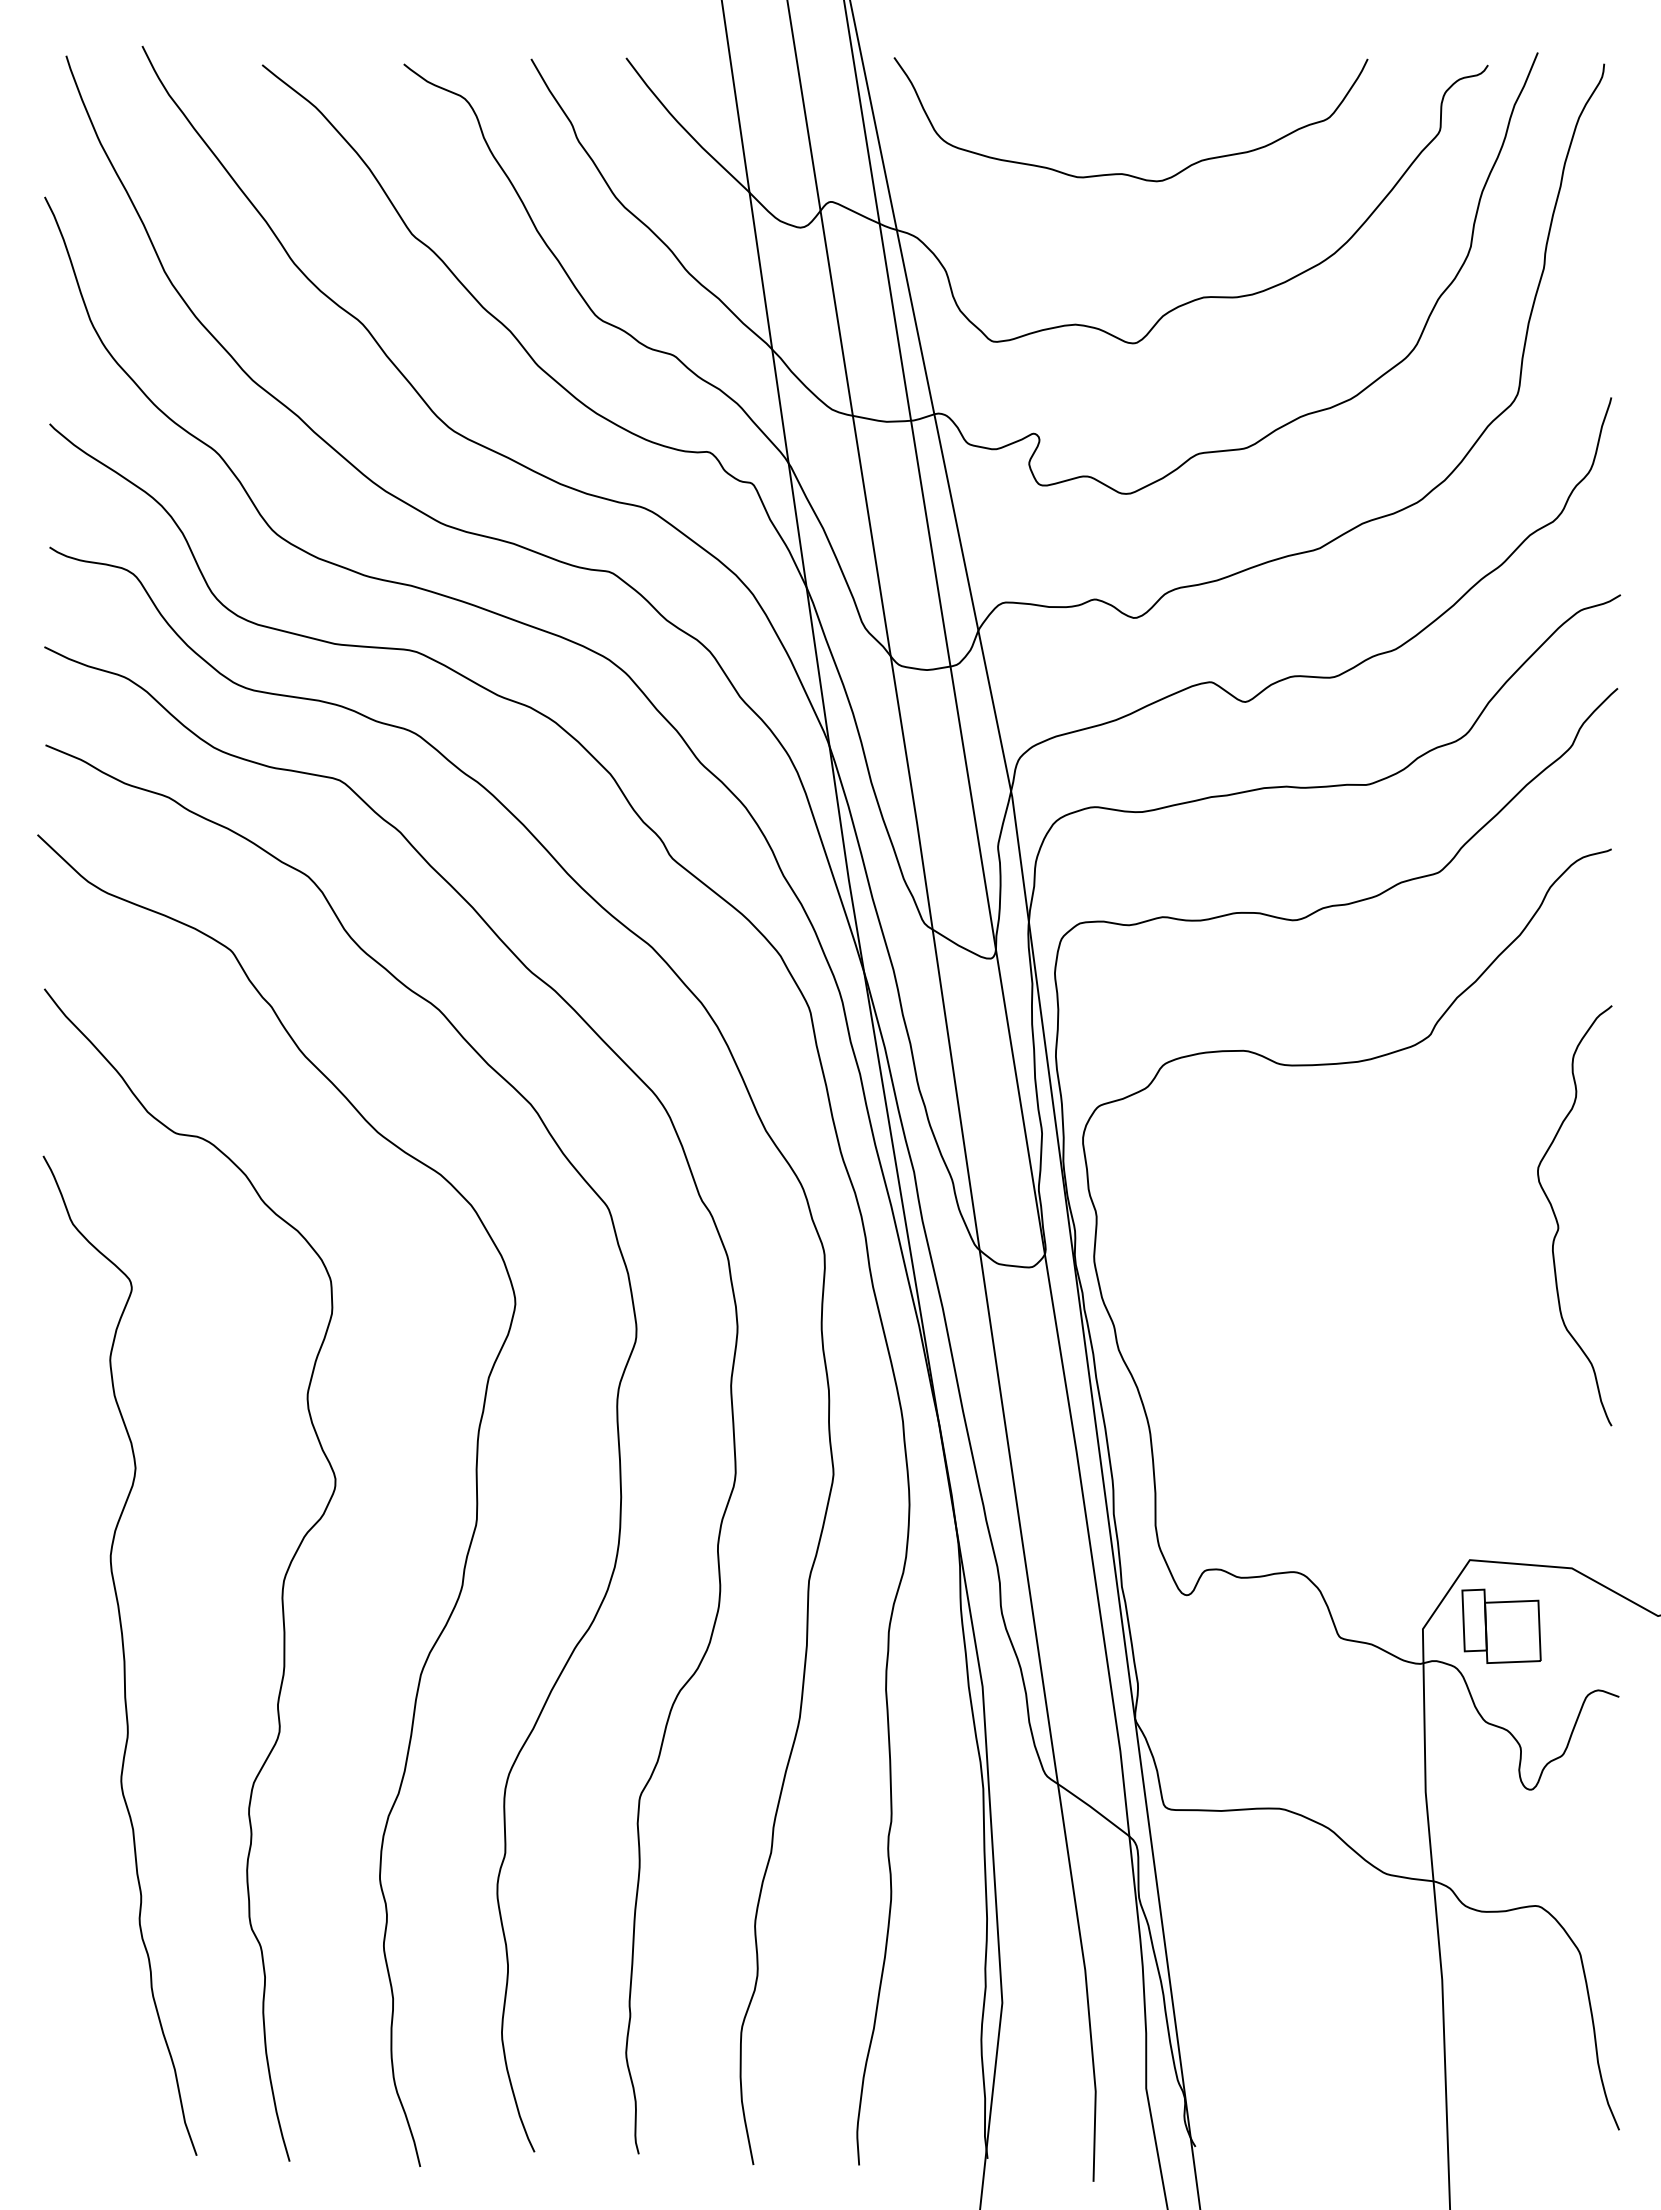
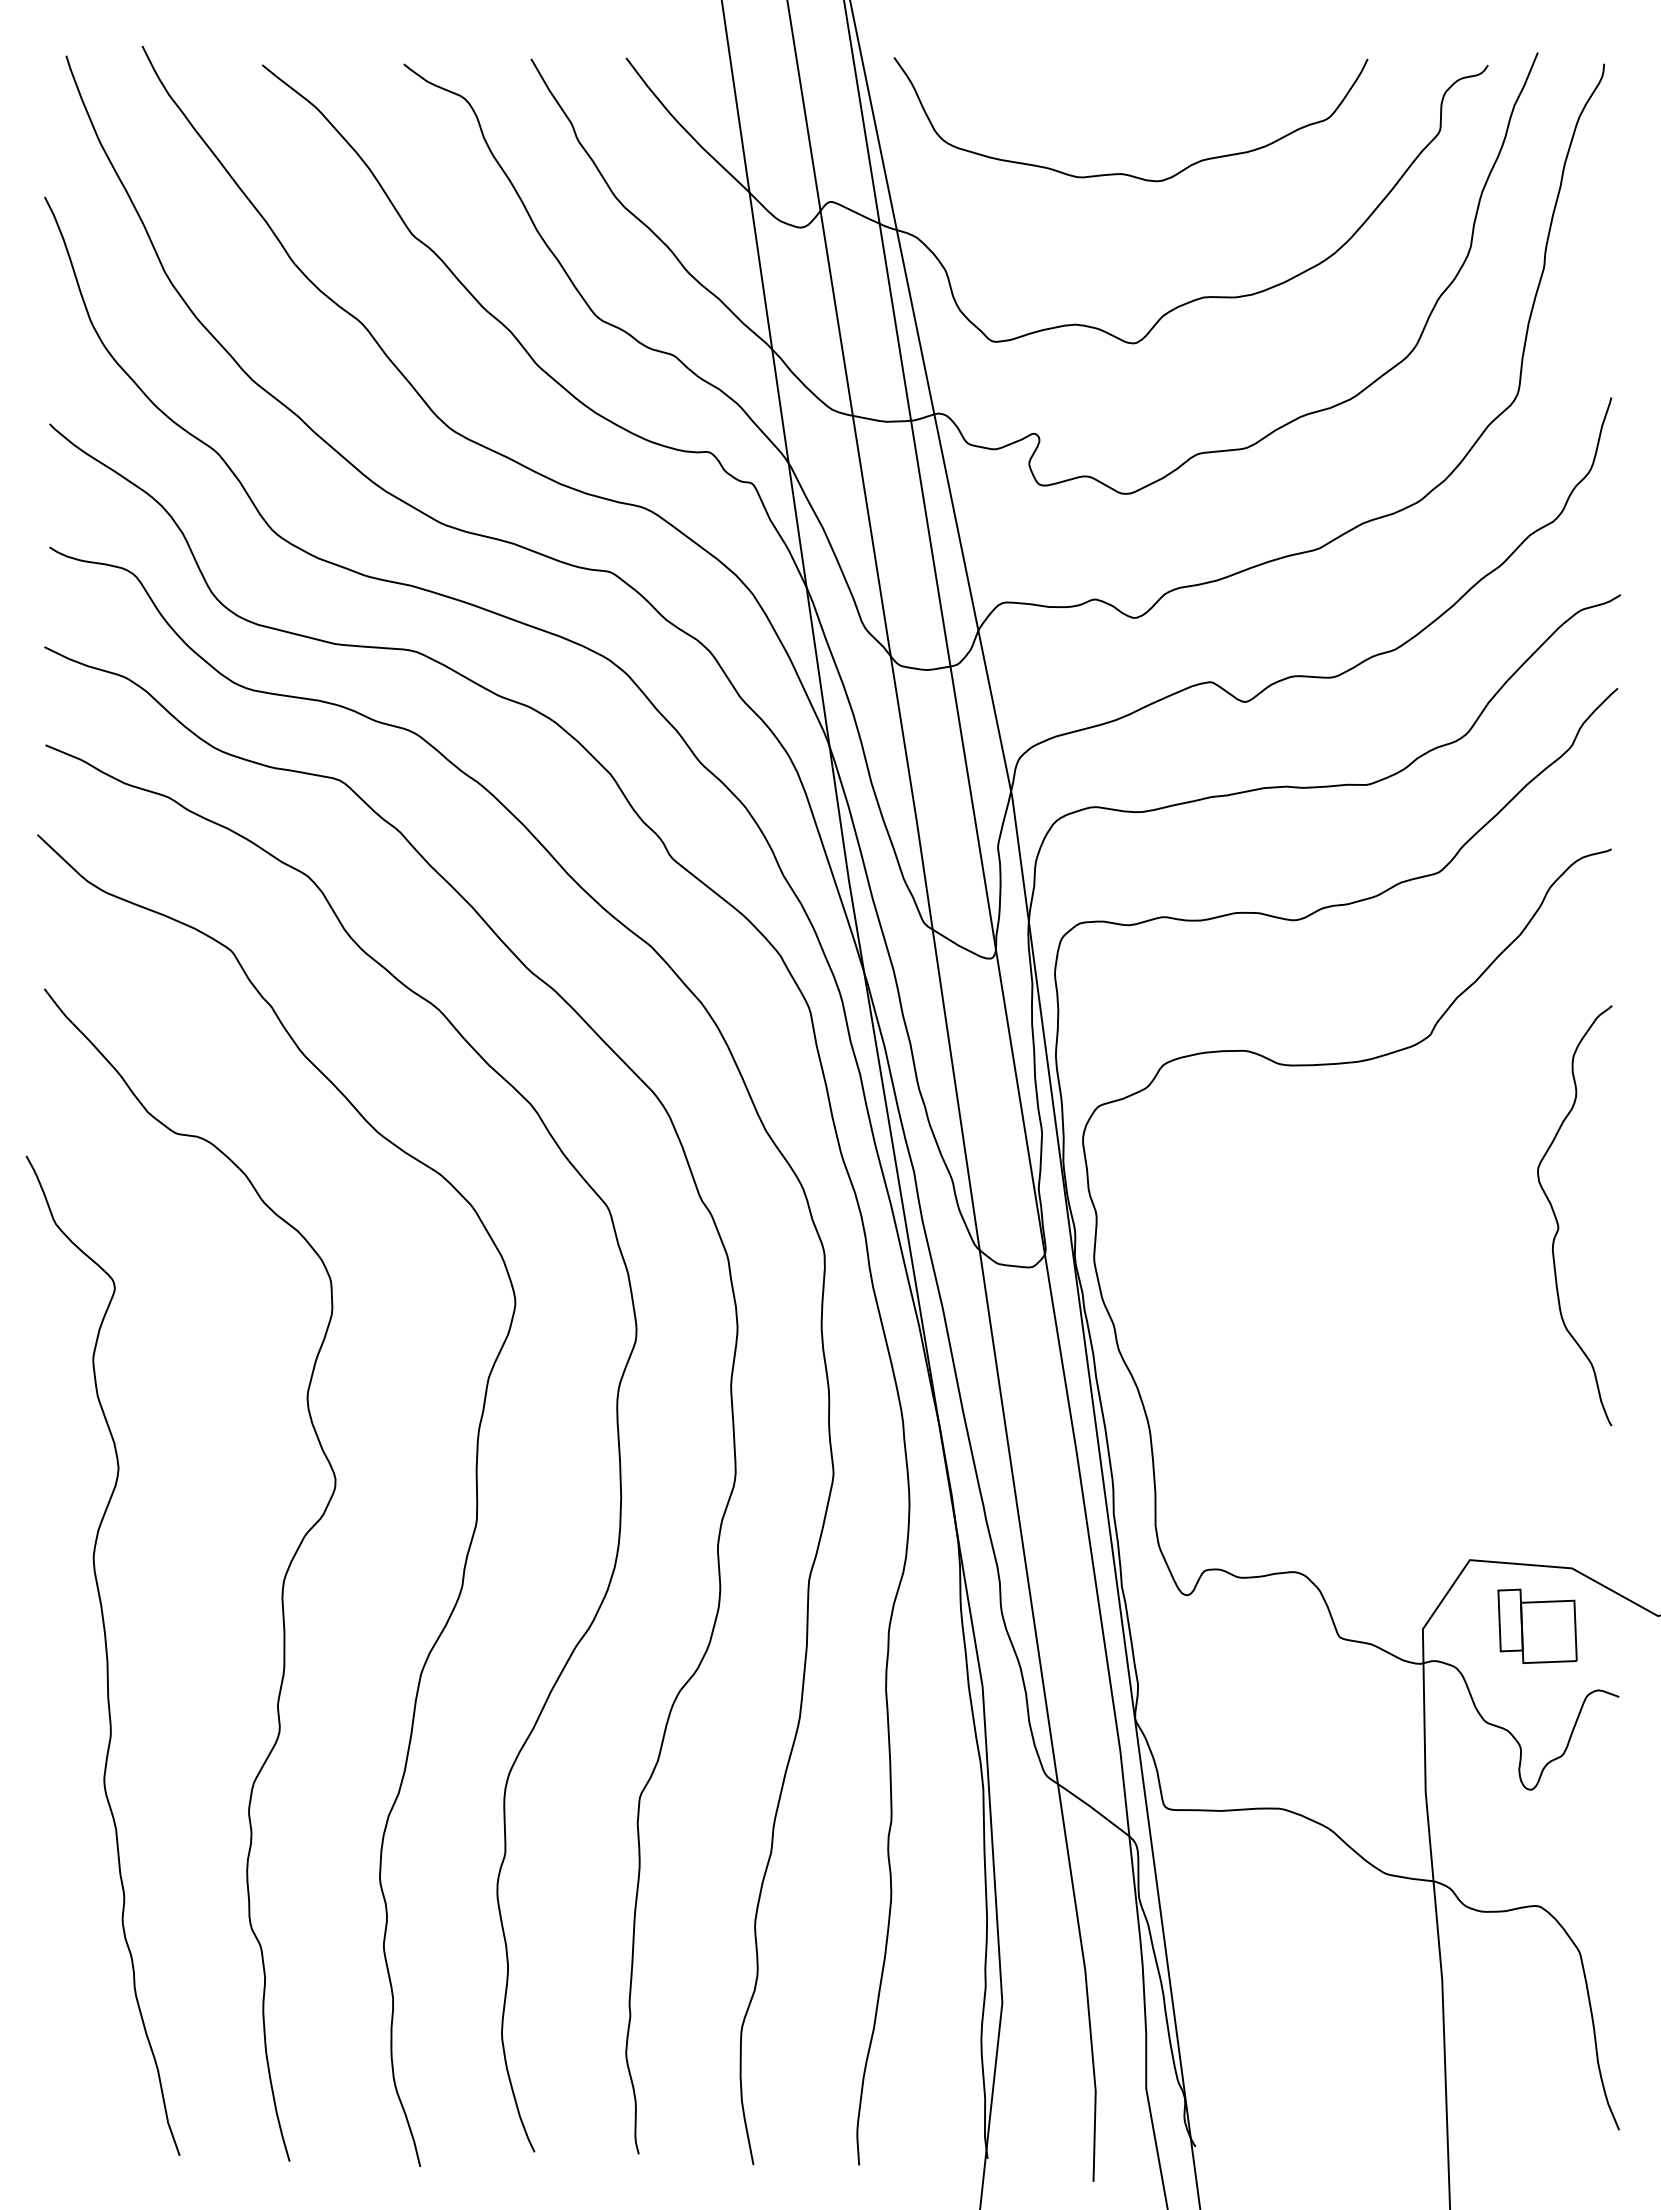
part at (1501, 1625) position: (1501, 1625) -> (1537, 1625)
curve at (122, 1653) position: (122, 1653) -> (105, 1653)
